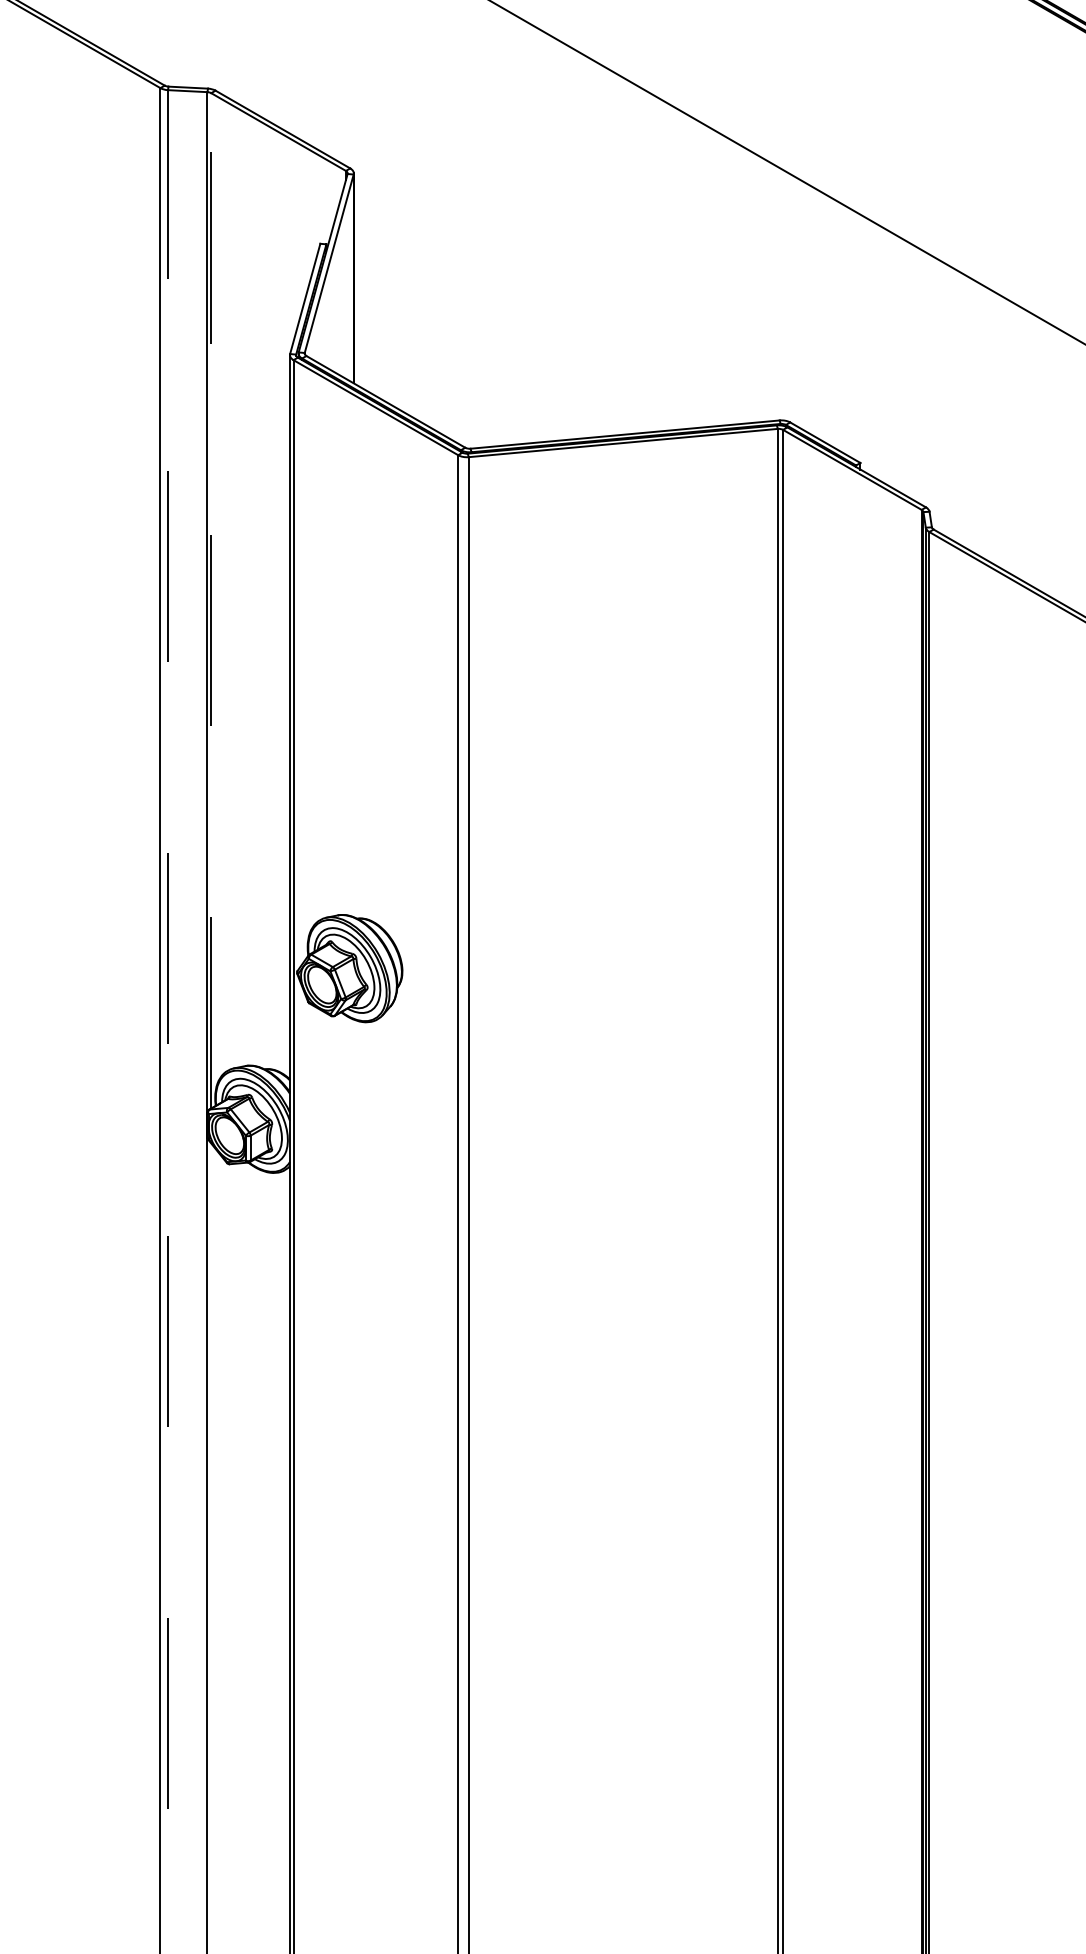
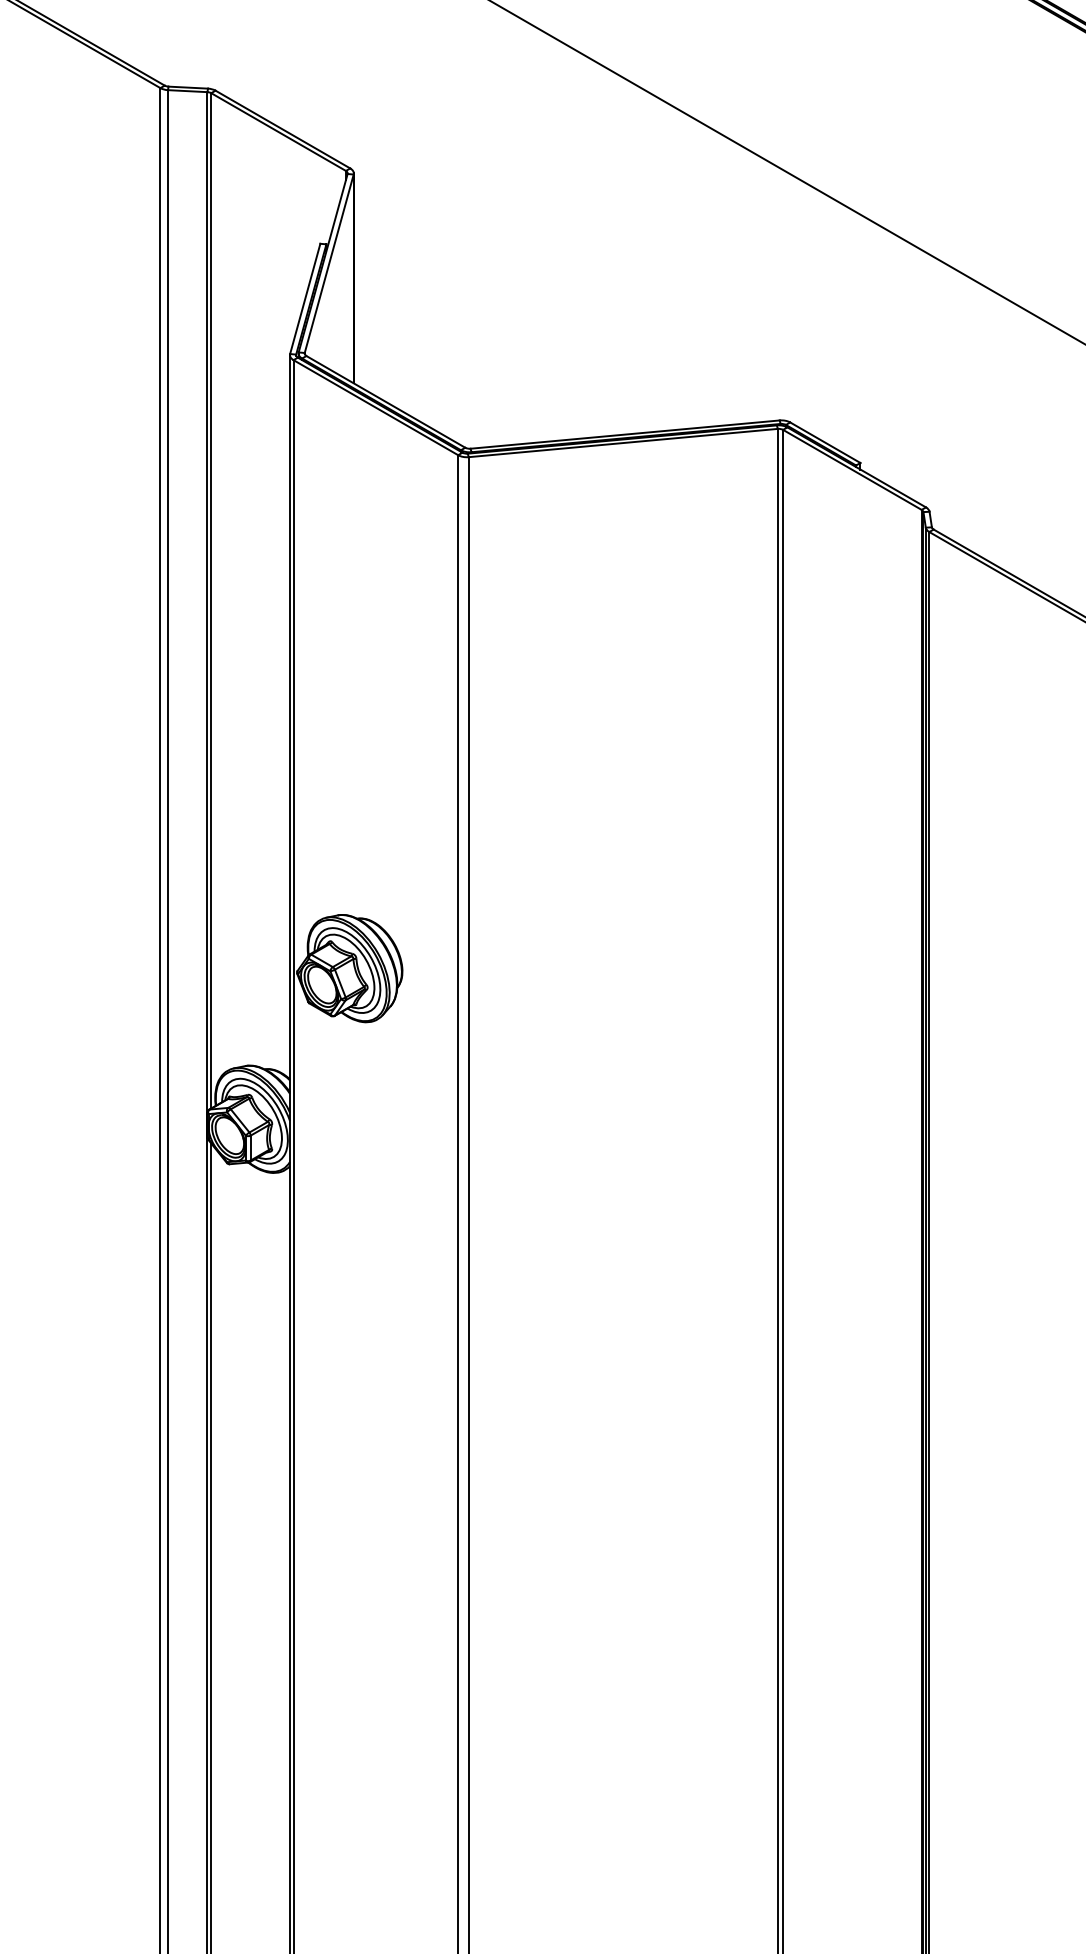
line at (211, 600): dashed -> solid
line at (168, 1020): dashed -> solid
line at (211, 1546): none -> present
